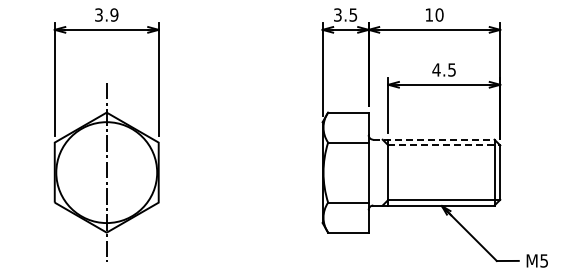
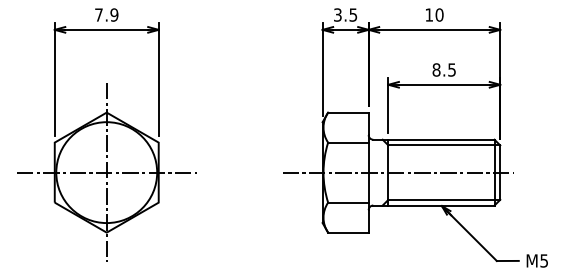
text at (98, 14): 3.9 -> 7.9
text at (436, 69): 4.5 -> 8.5
line at (433, 139): dashed -> solid
line at (444, 145): dashed -> solid
line at (106, 172): none -> present
line at (397, 172): none -> present
